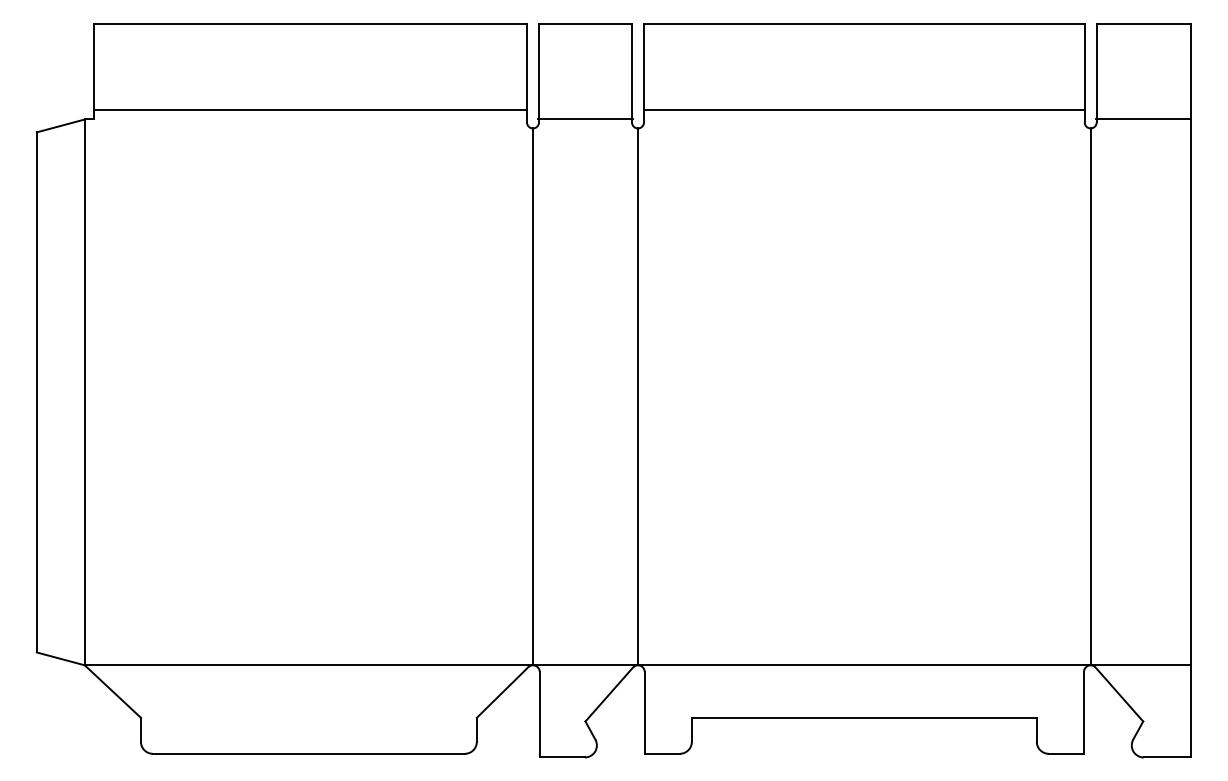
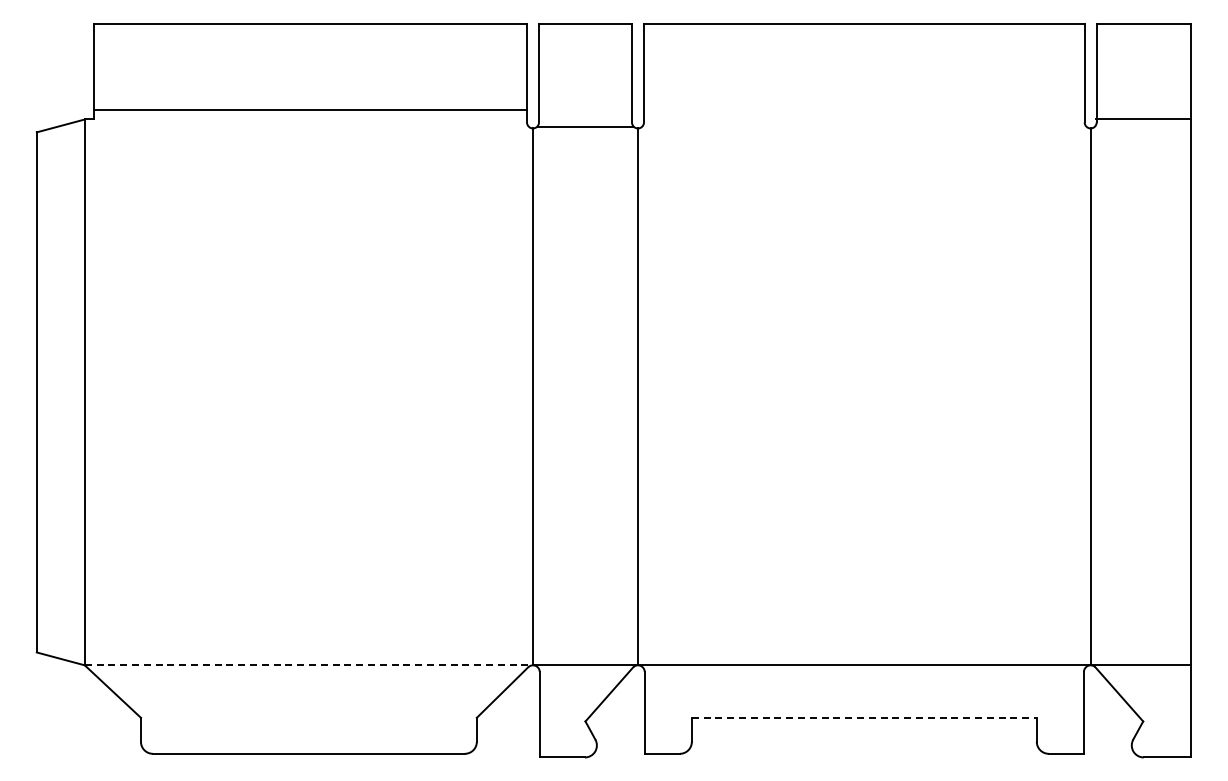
line at (864, 110): present -> none
line at (585, 119) position: (585, 119) -> (585, 127)
line at (309, 665): solid -> dashed
line at (864, 717): solid -> dashed
